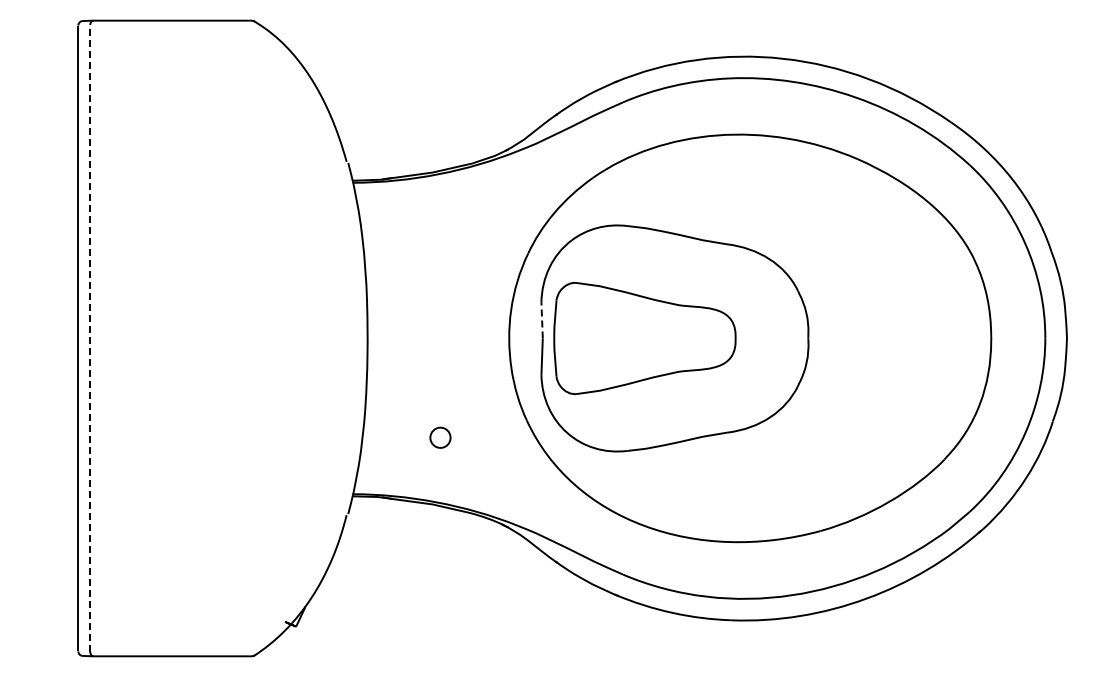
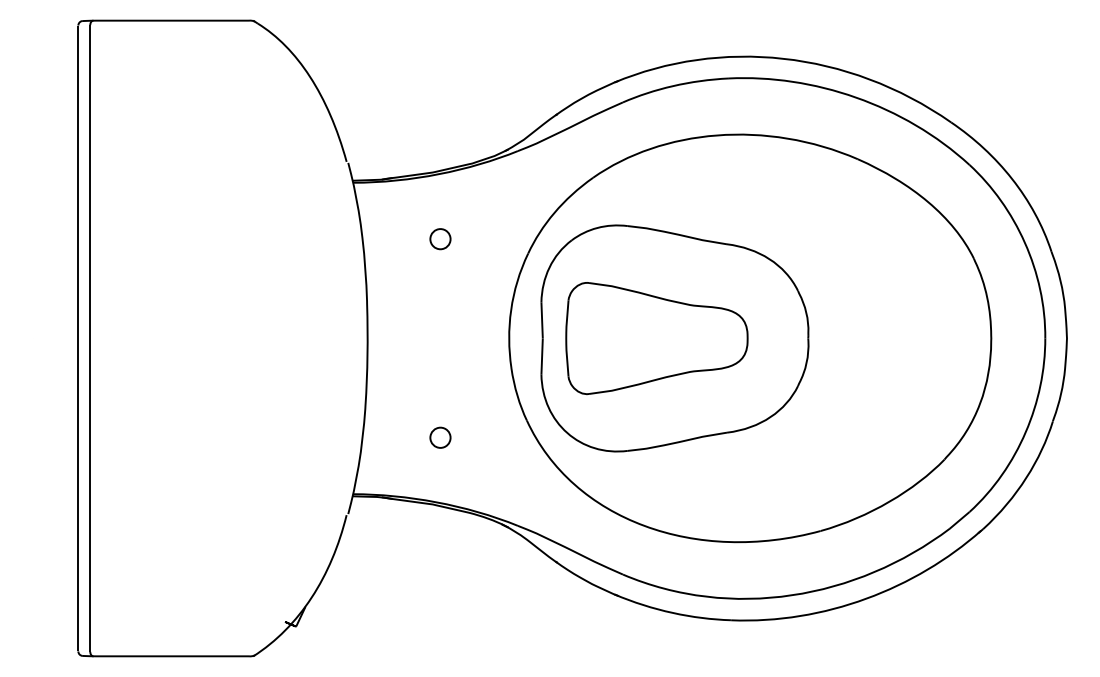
part at (440, 239): none -> present
line at (542, 319): dashed -> solid
line at (90, 338): dashed -> solid
part at (644, 338) position: (644, 338) -> (656, 338)
